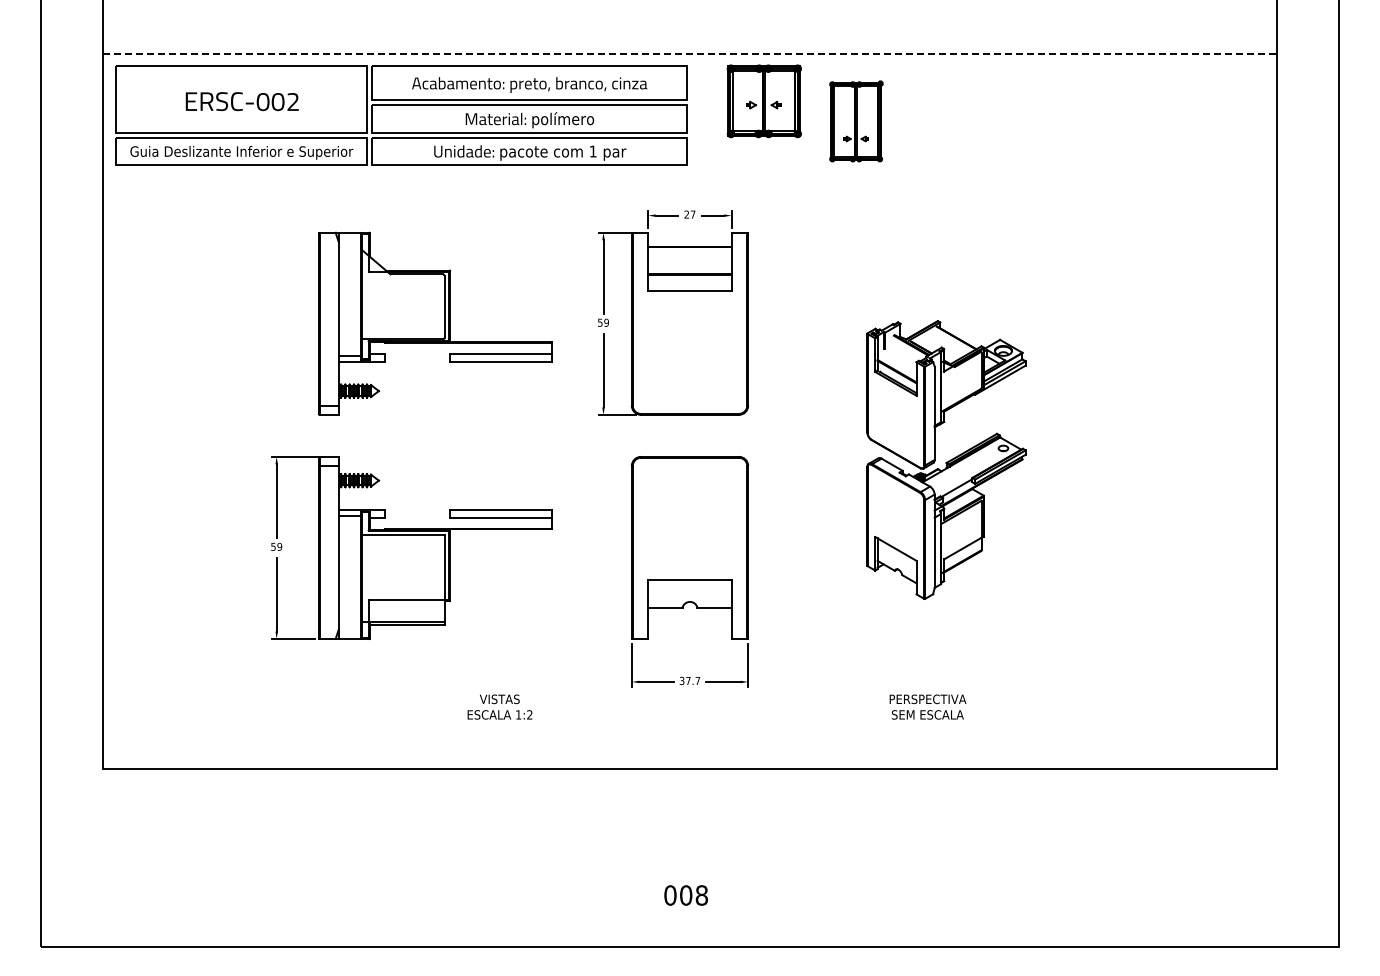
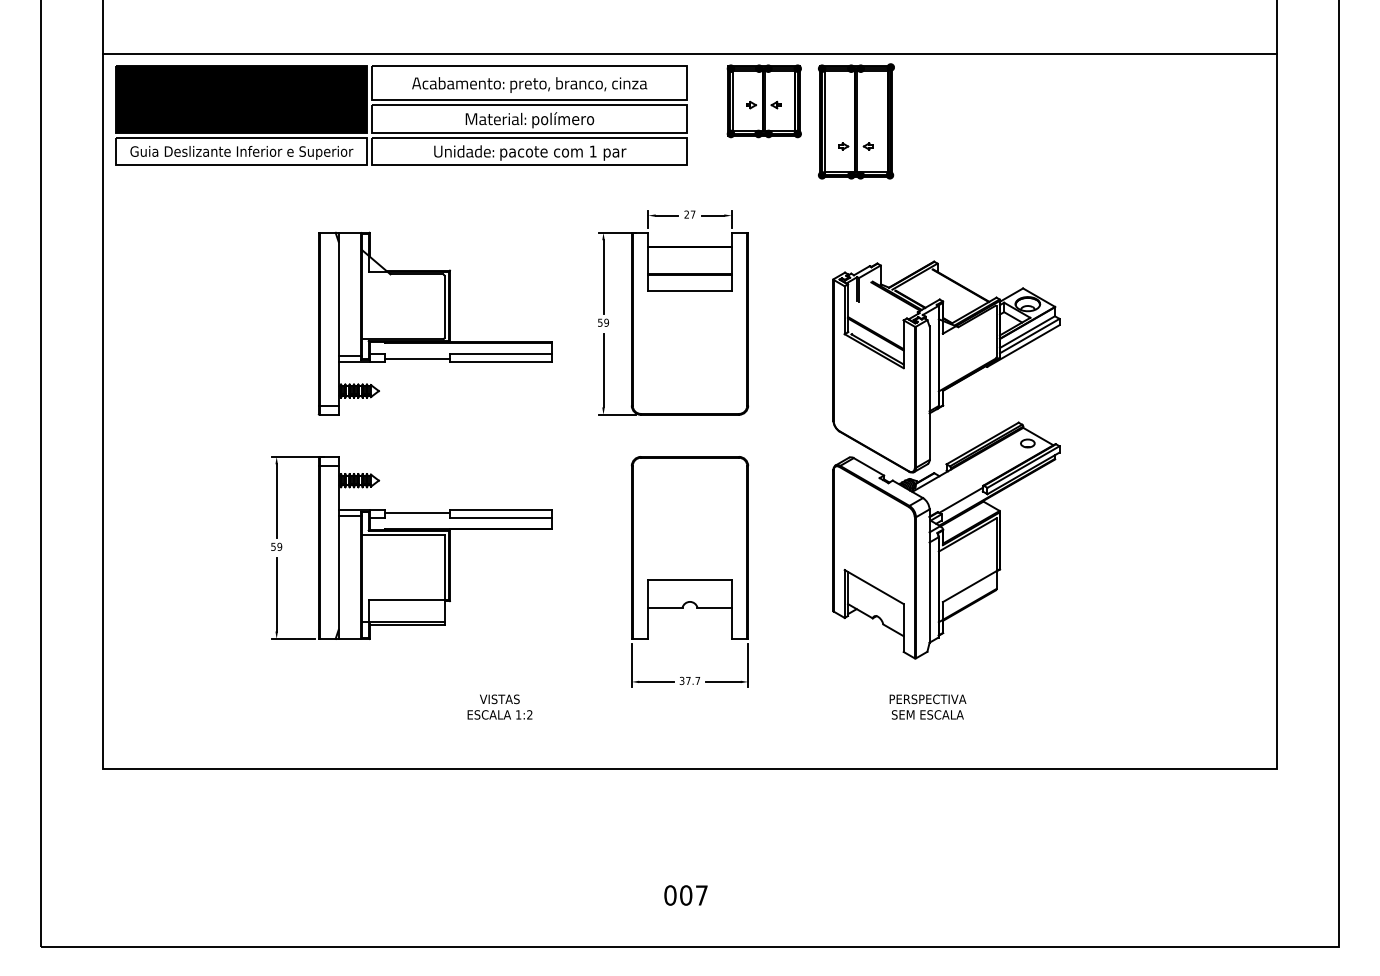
line at (689, 54): dashed -> solid
fill at (241, 99): none -> present
part at (856, 121) size: 55x83 px -> 77x117 px
line at (417, 358): none -> present
part at (946, 459) size: 161x280 px -> 229x400 px
line at (417, 513): none -> present
text at (701, 895): 008 -> 007
